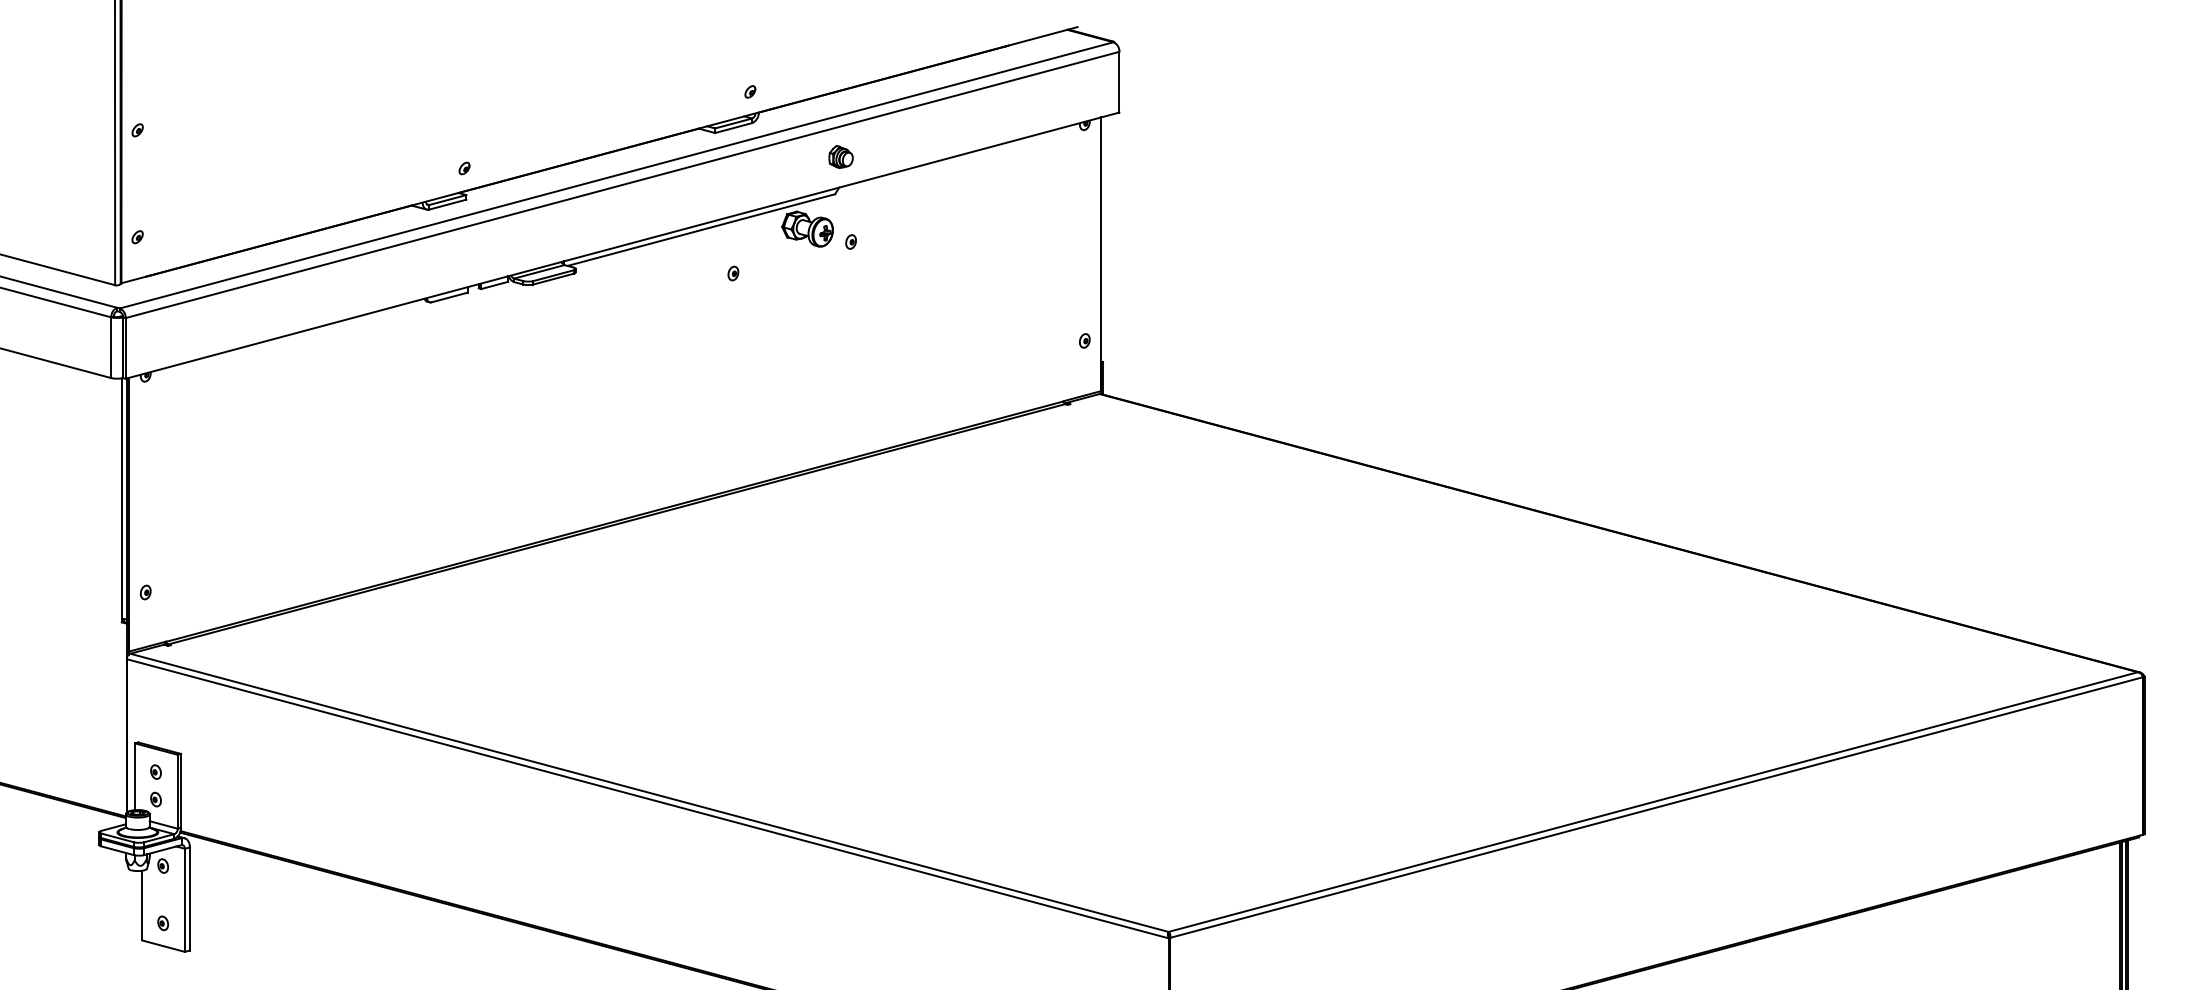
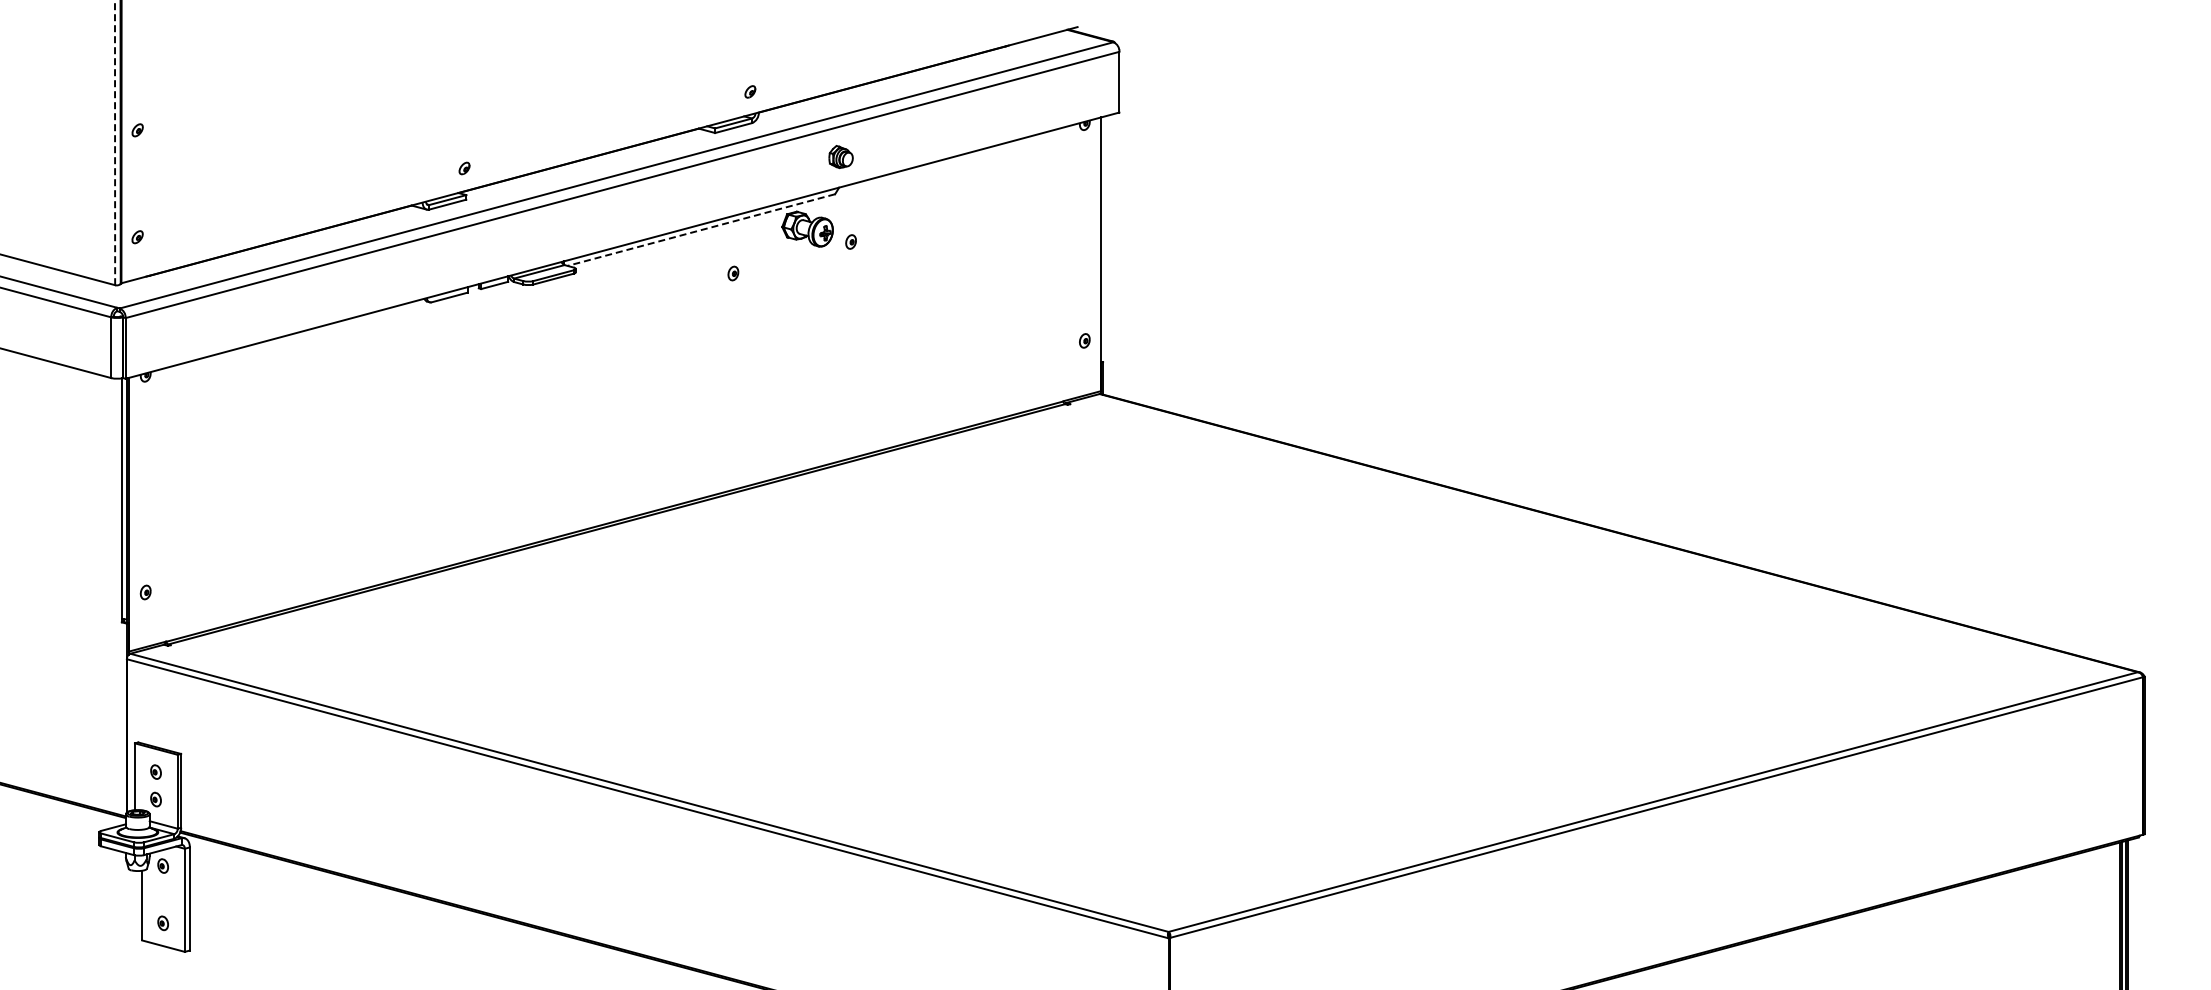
line at (115, 142): solid -> dashed
line at (700, 230): solid -> dashed
